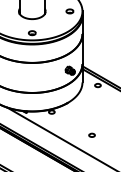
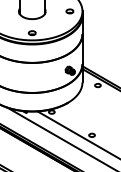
line at (77, 134): none -> present
